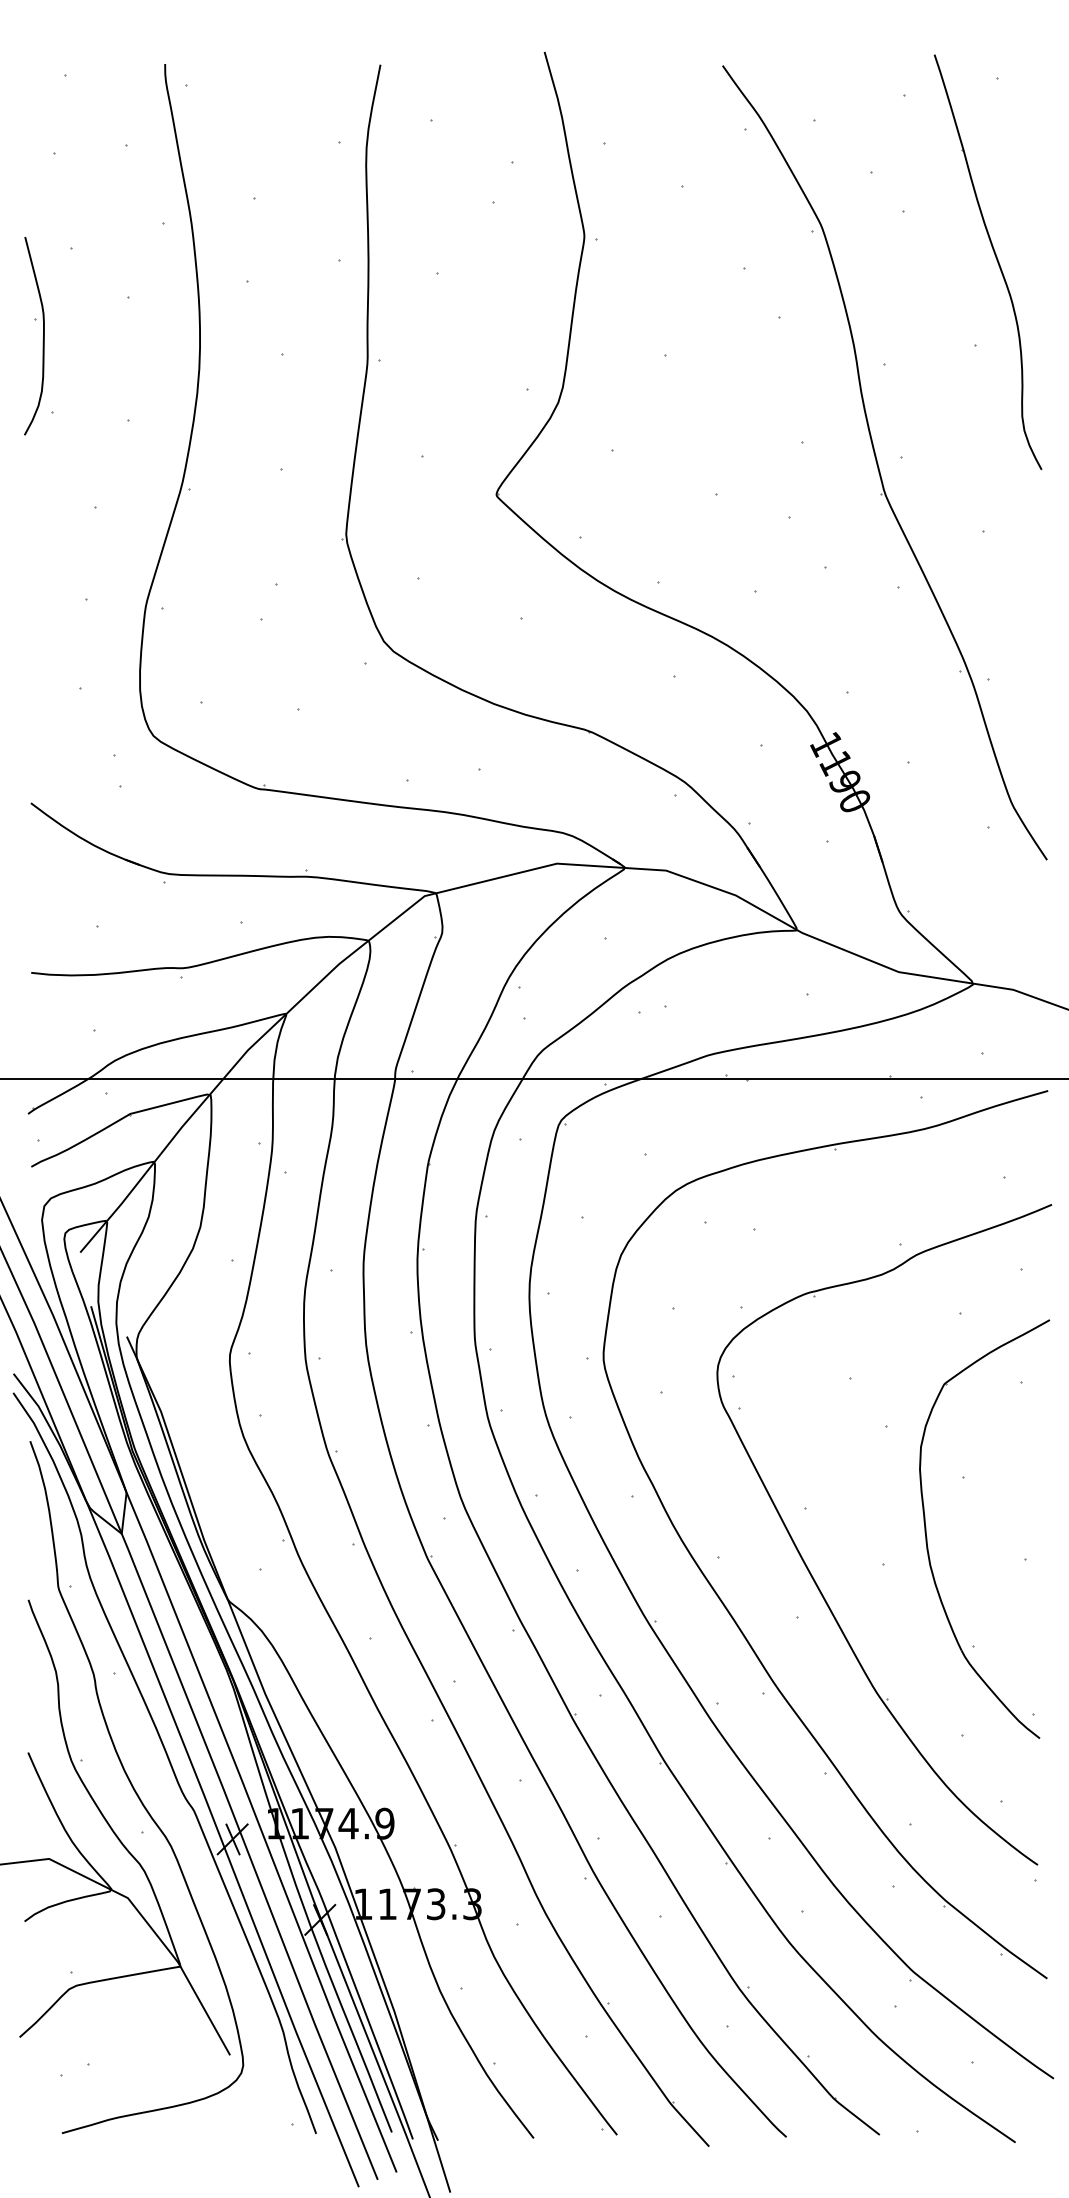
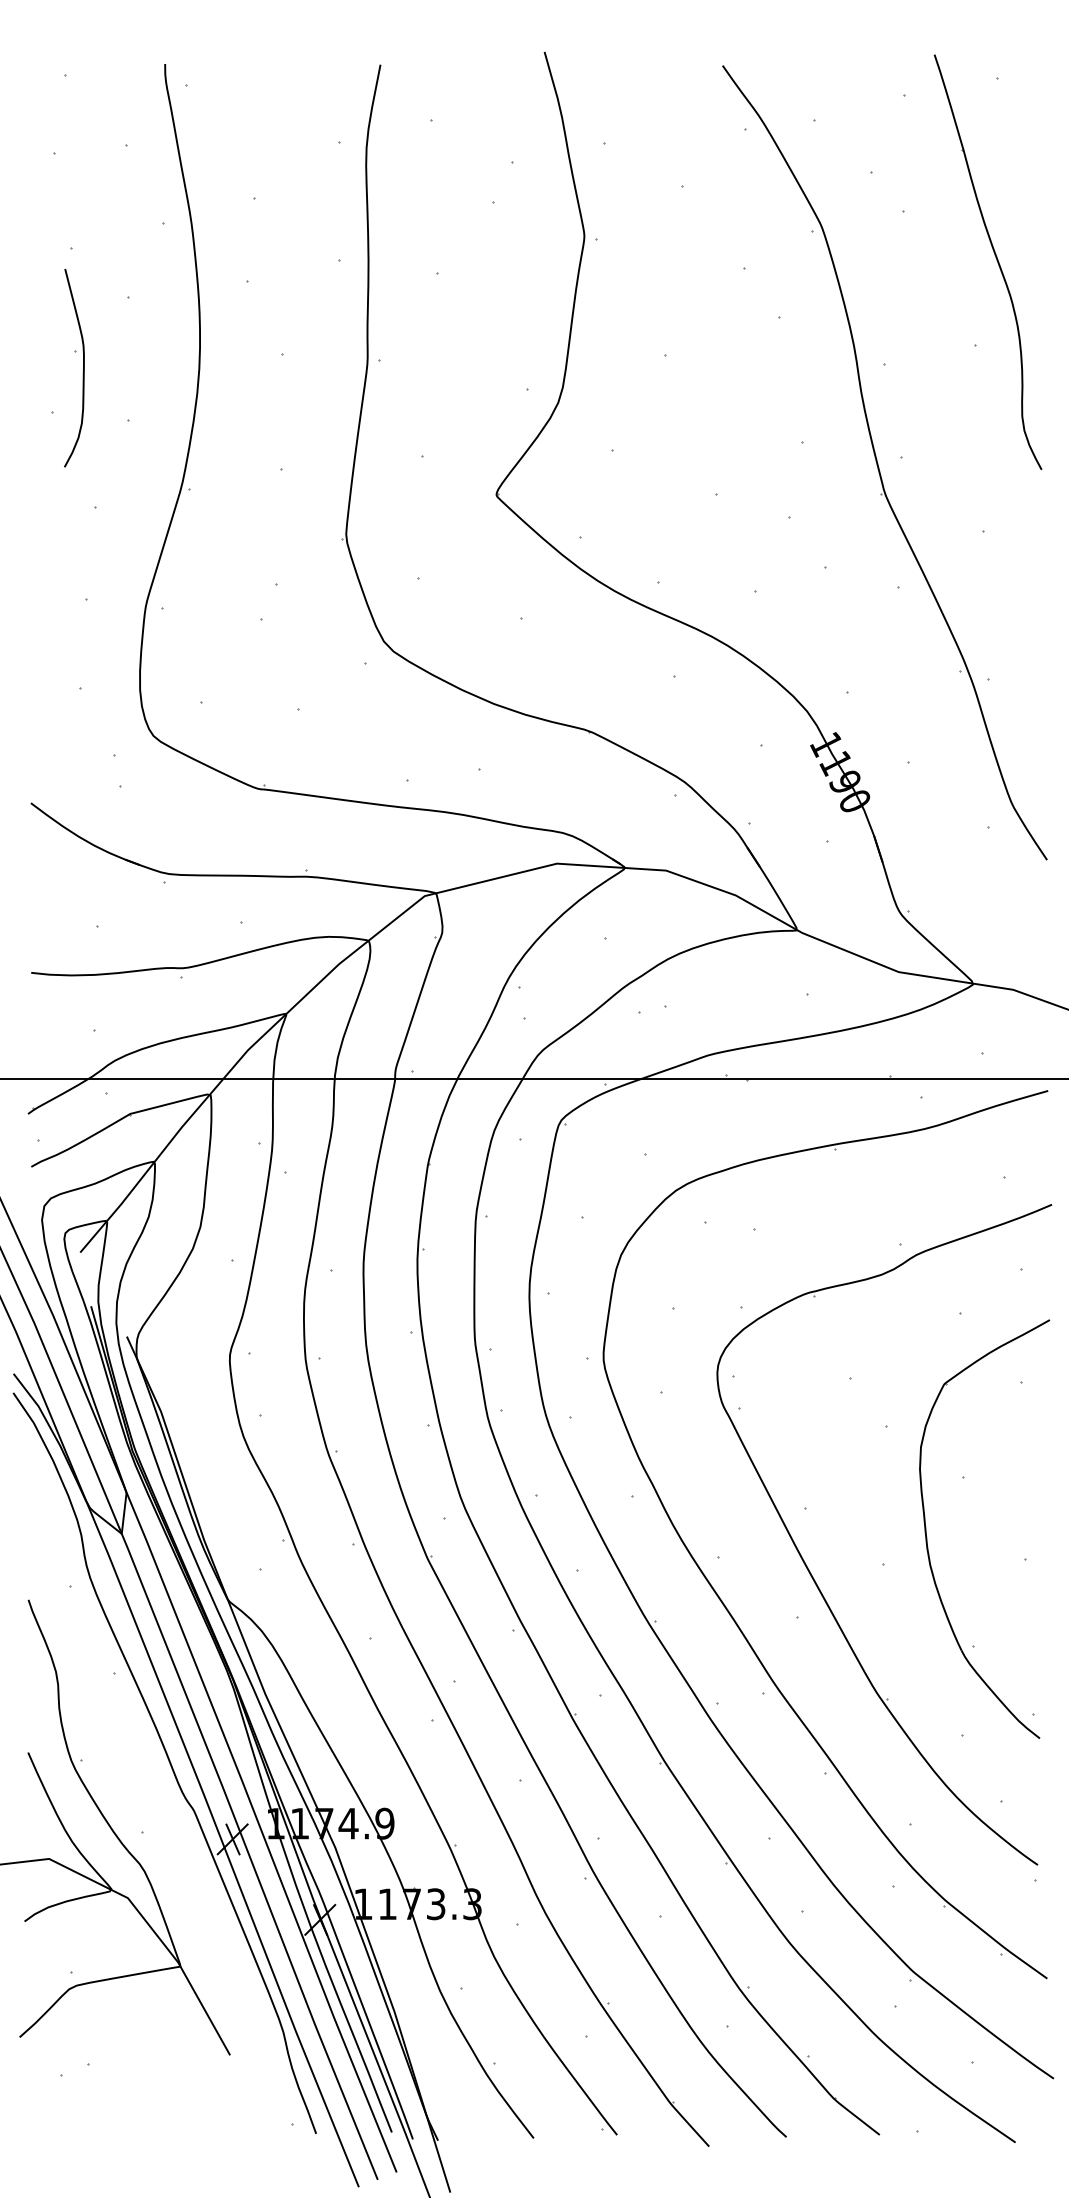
part at (42, 340) position: (42, 340) -> (82, 372)
curve at (134, 1787): present -> none
